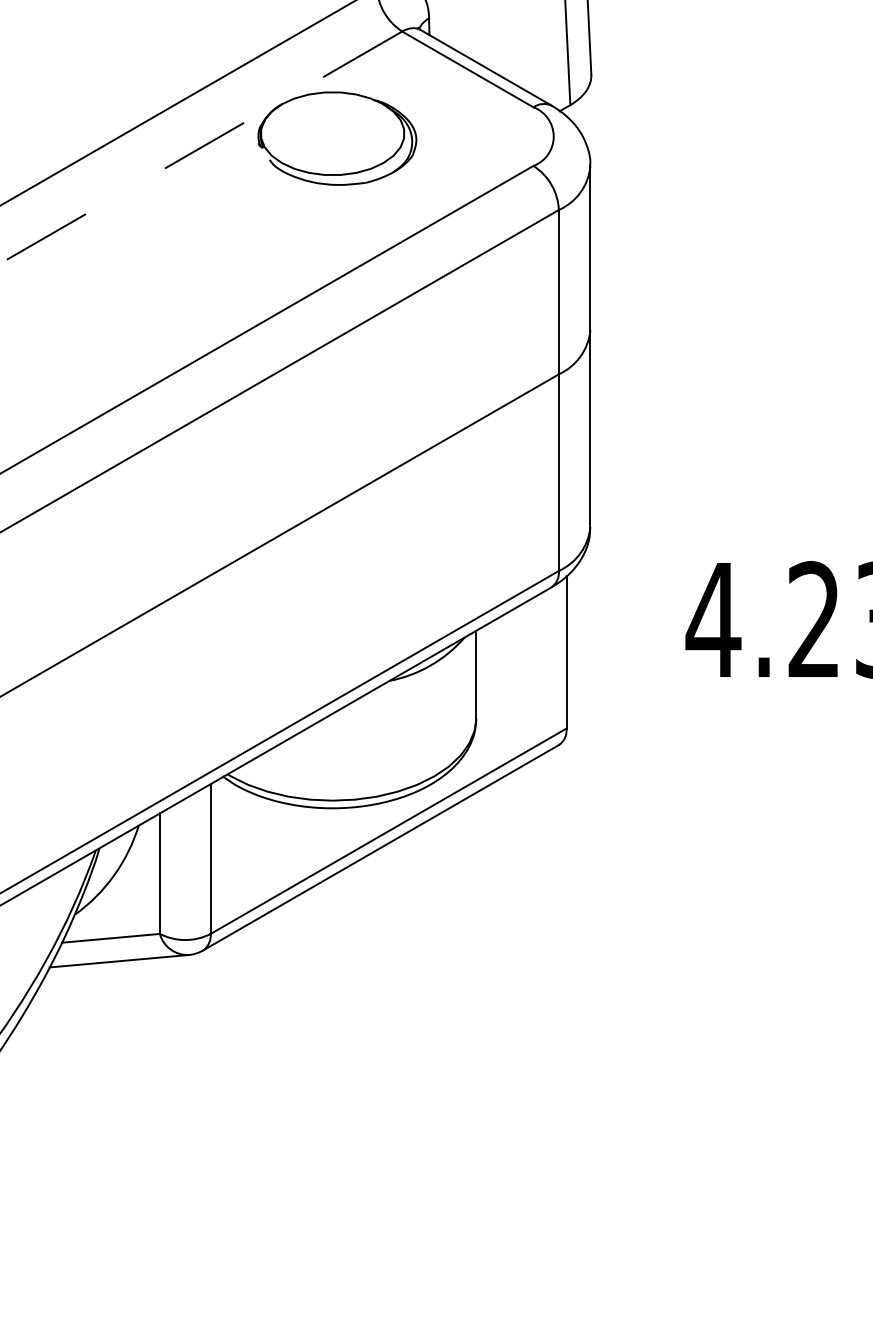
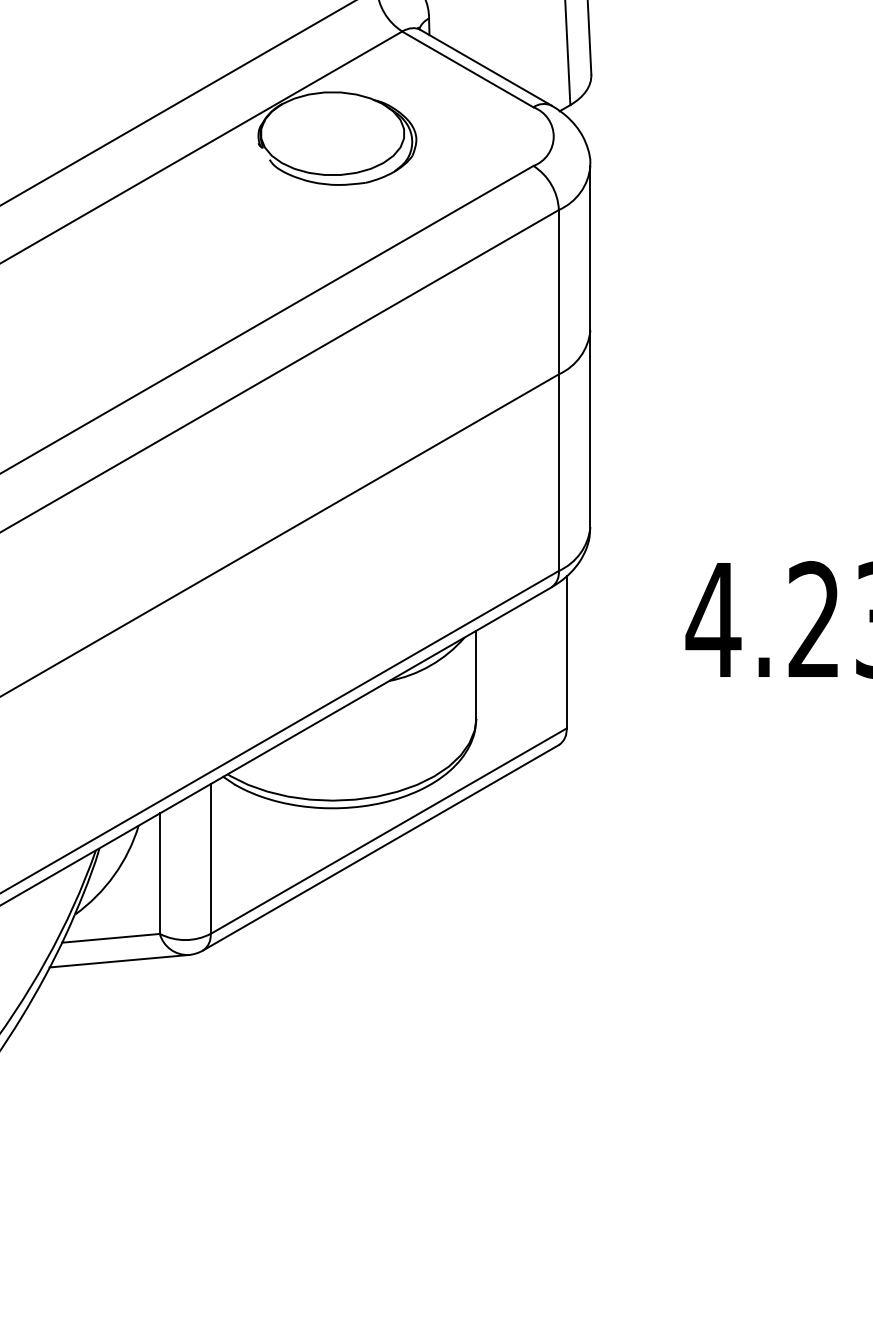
line at (200, 147): dashed -> solid
